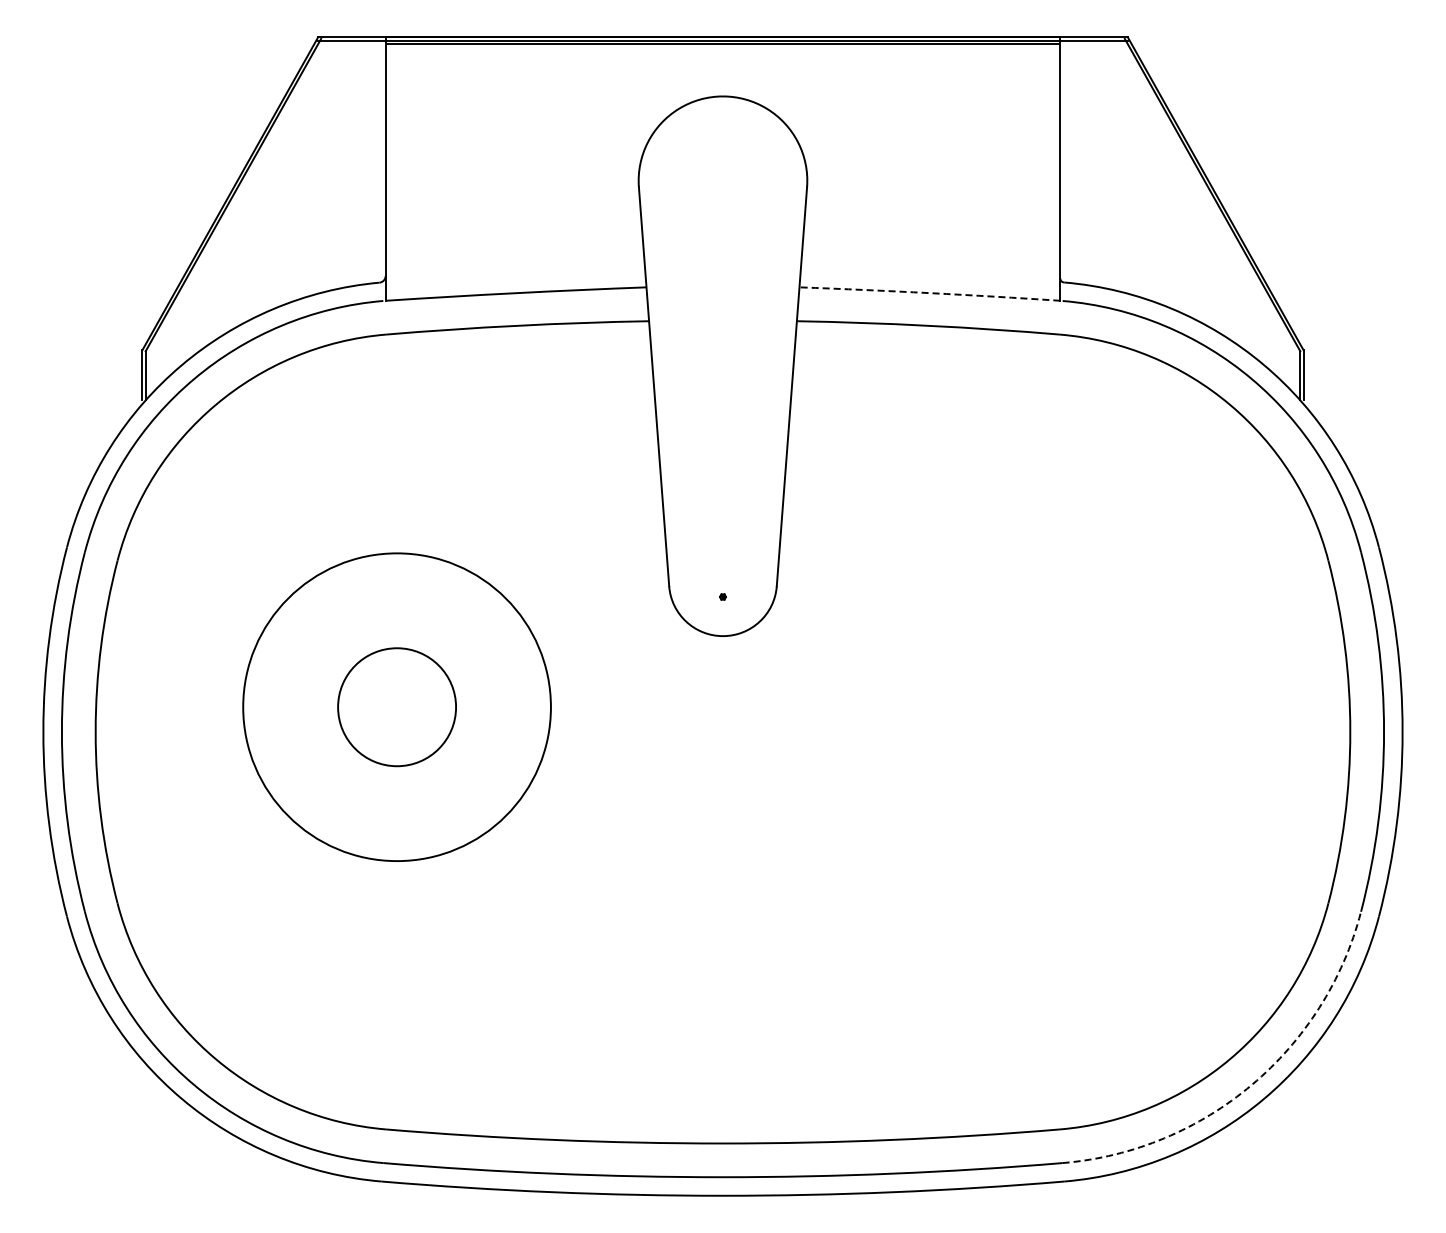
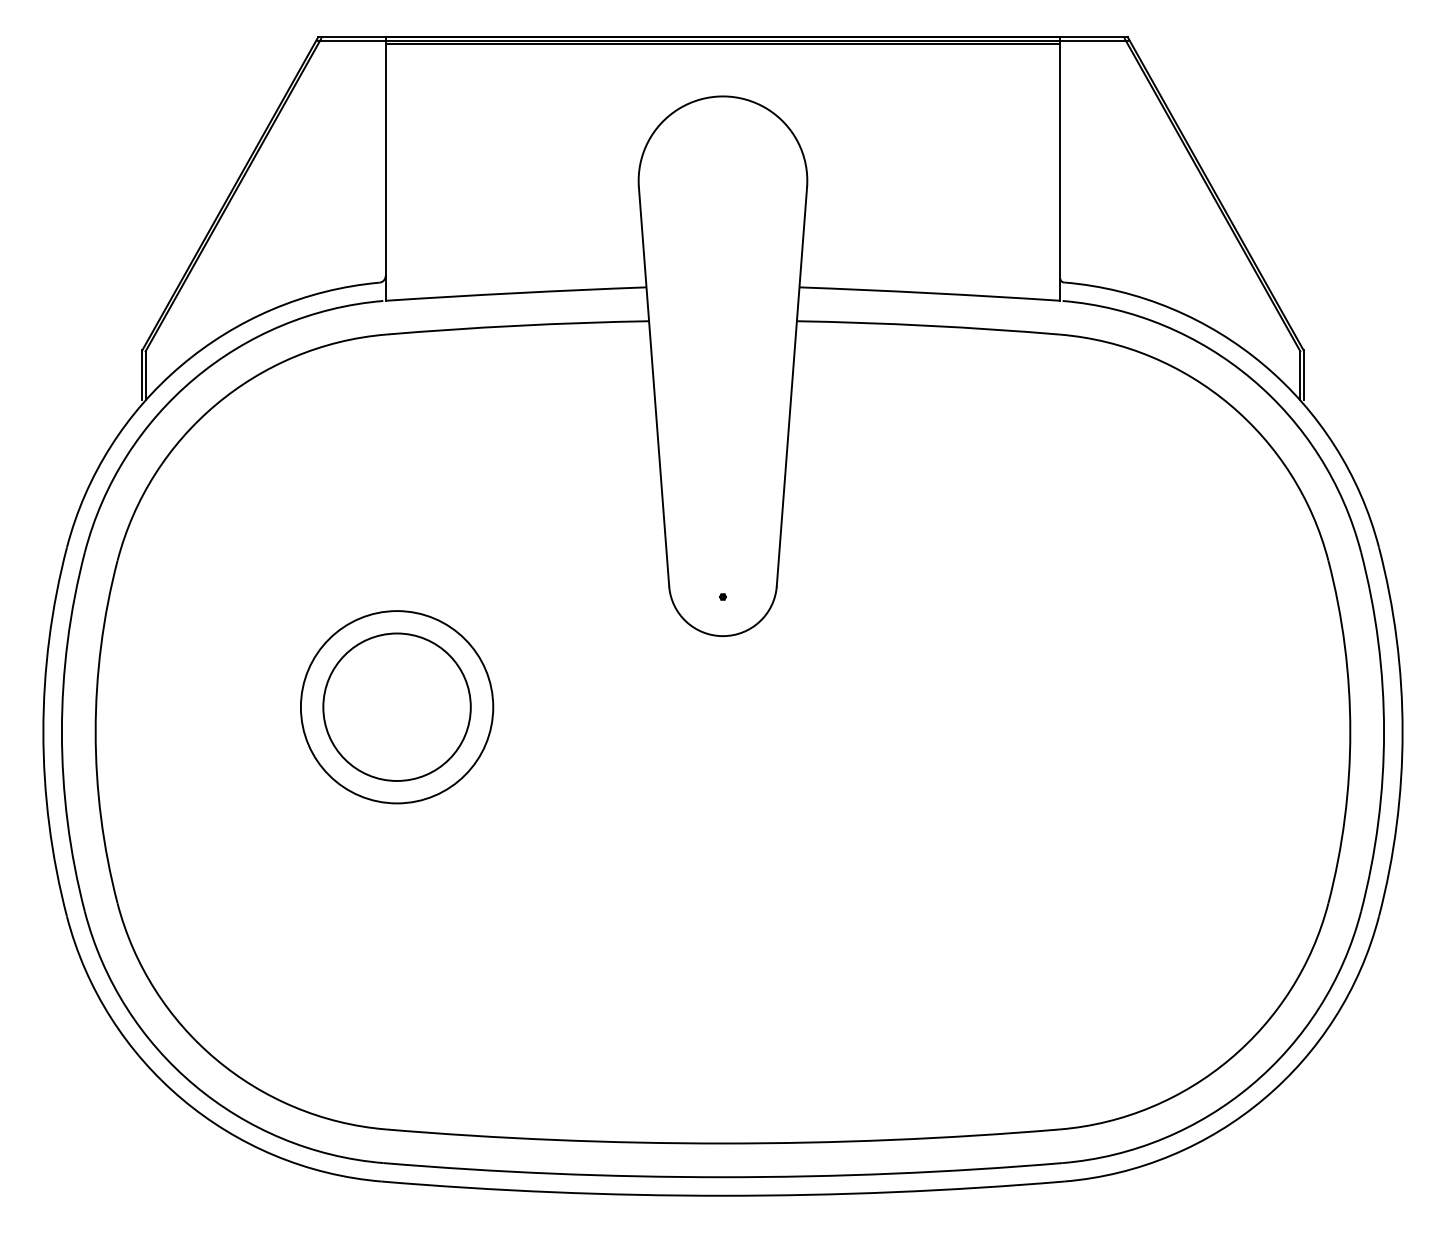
arc at (929, 293): dashed -> solid
circle at (396, 707) diameter: 308 px -> 192 px
circle at (397, 707) diameter: 118 px -> 147 px
arc at (1251, 1084): dashed -> solid
